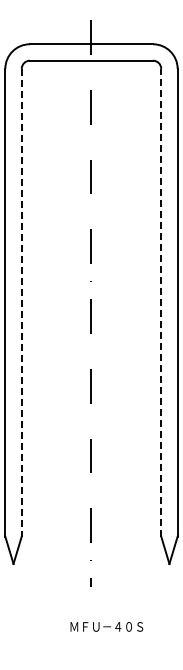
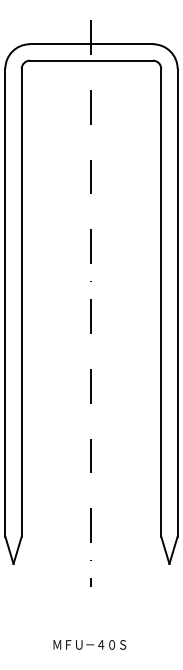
line at (21, 302): dashed -> solid
line at (161, 302): dashed -> solid
text at (106, 626) position: (106, 626) -> (89, 644)
